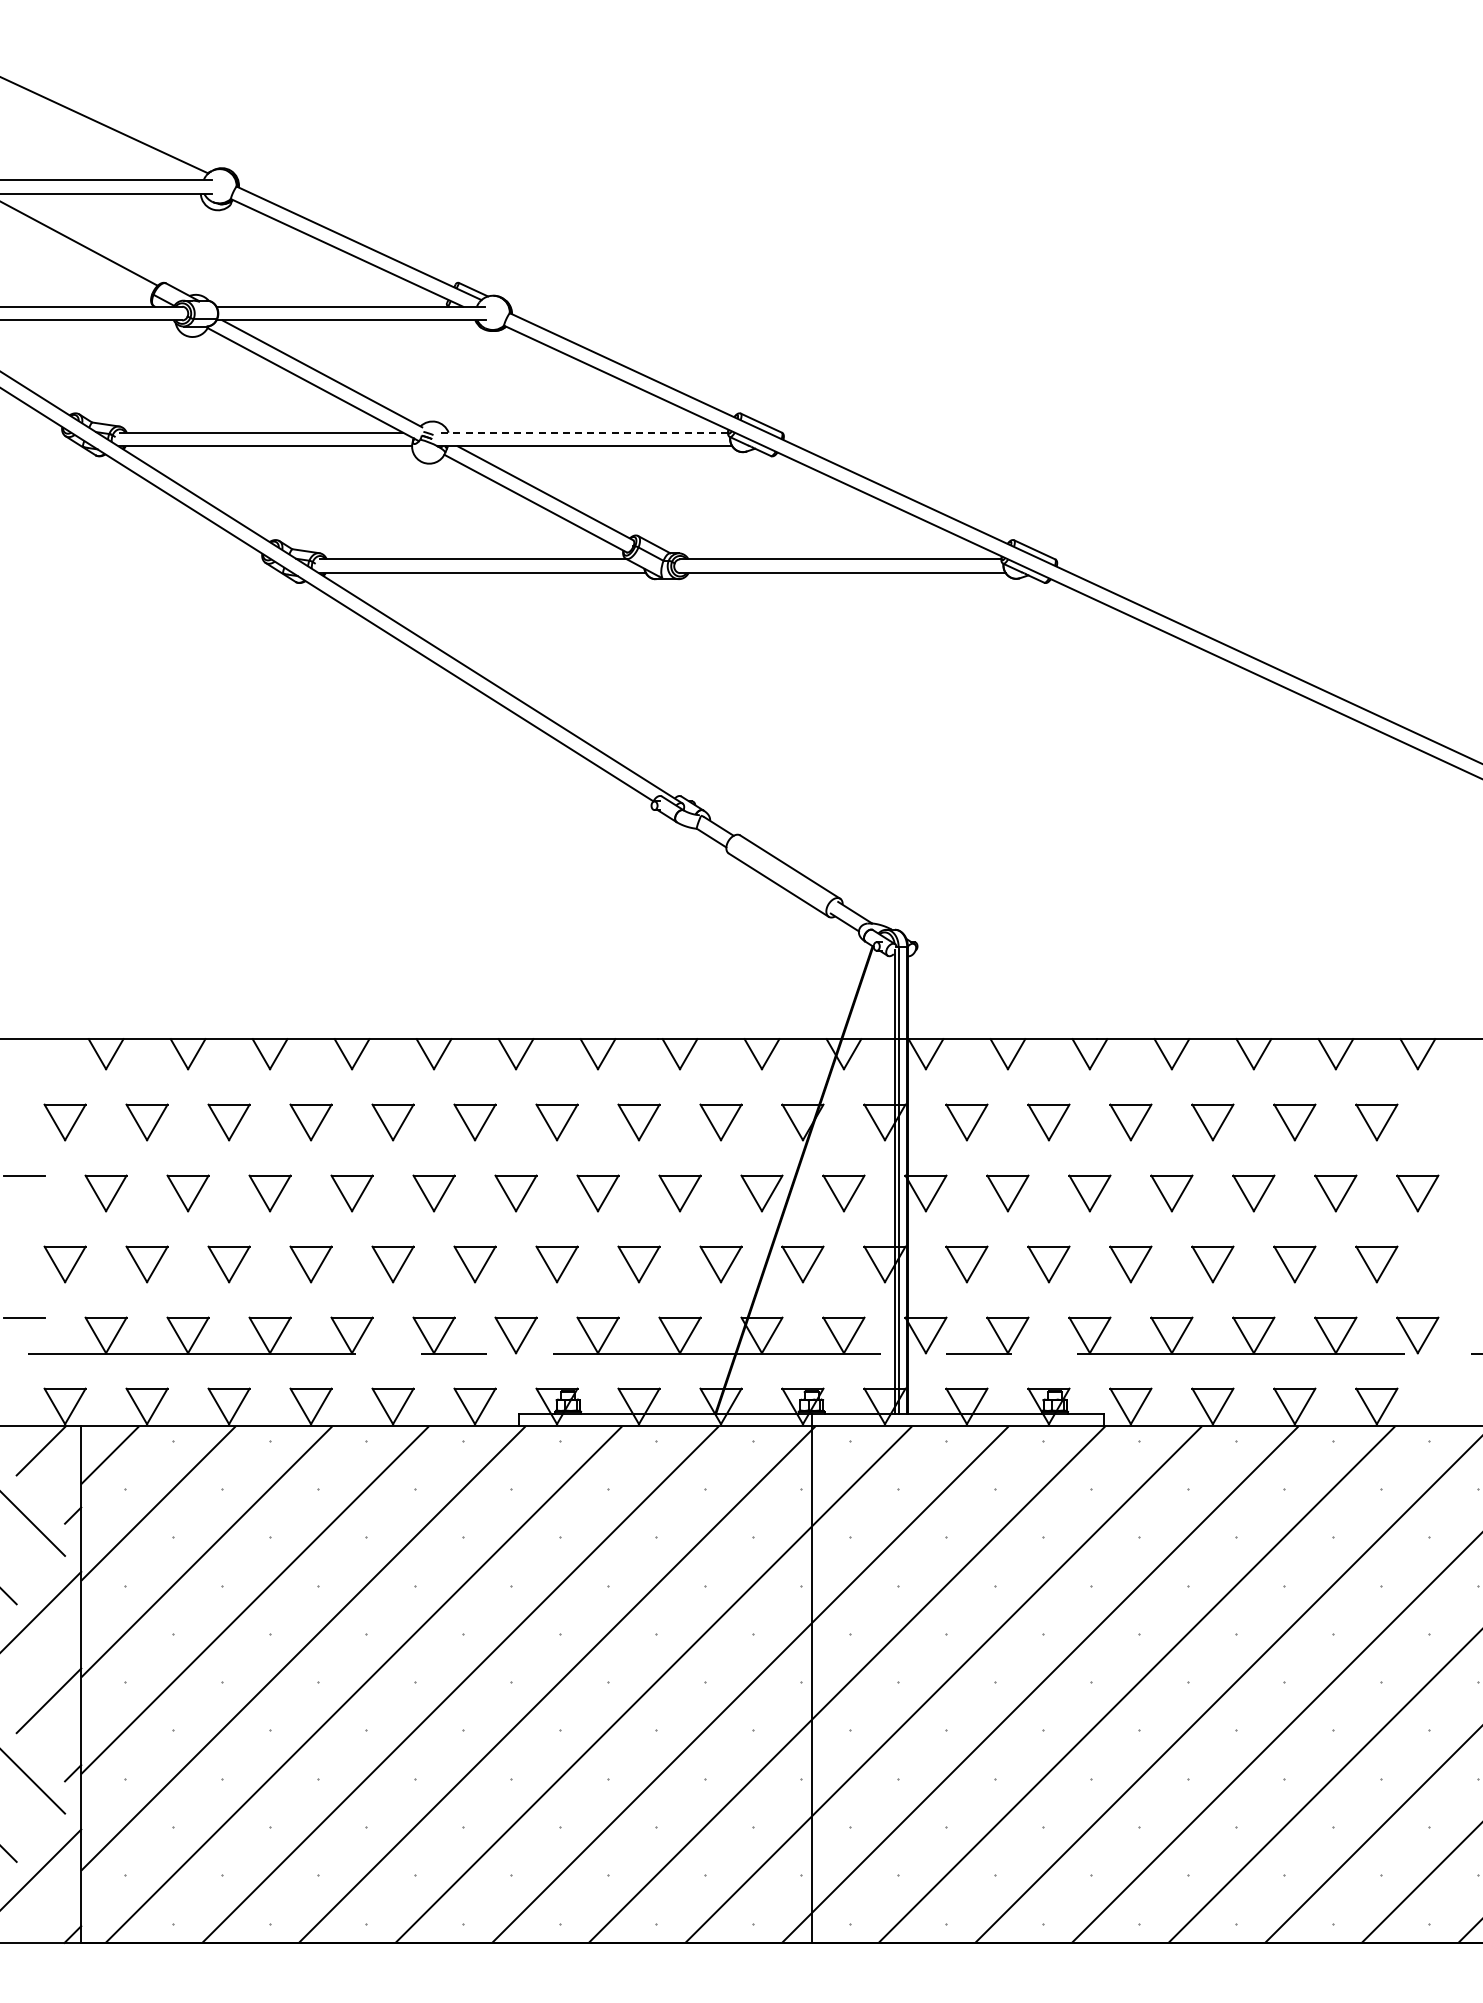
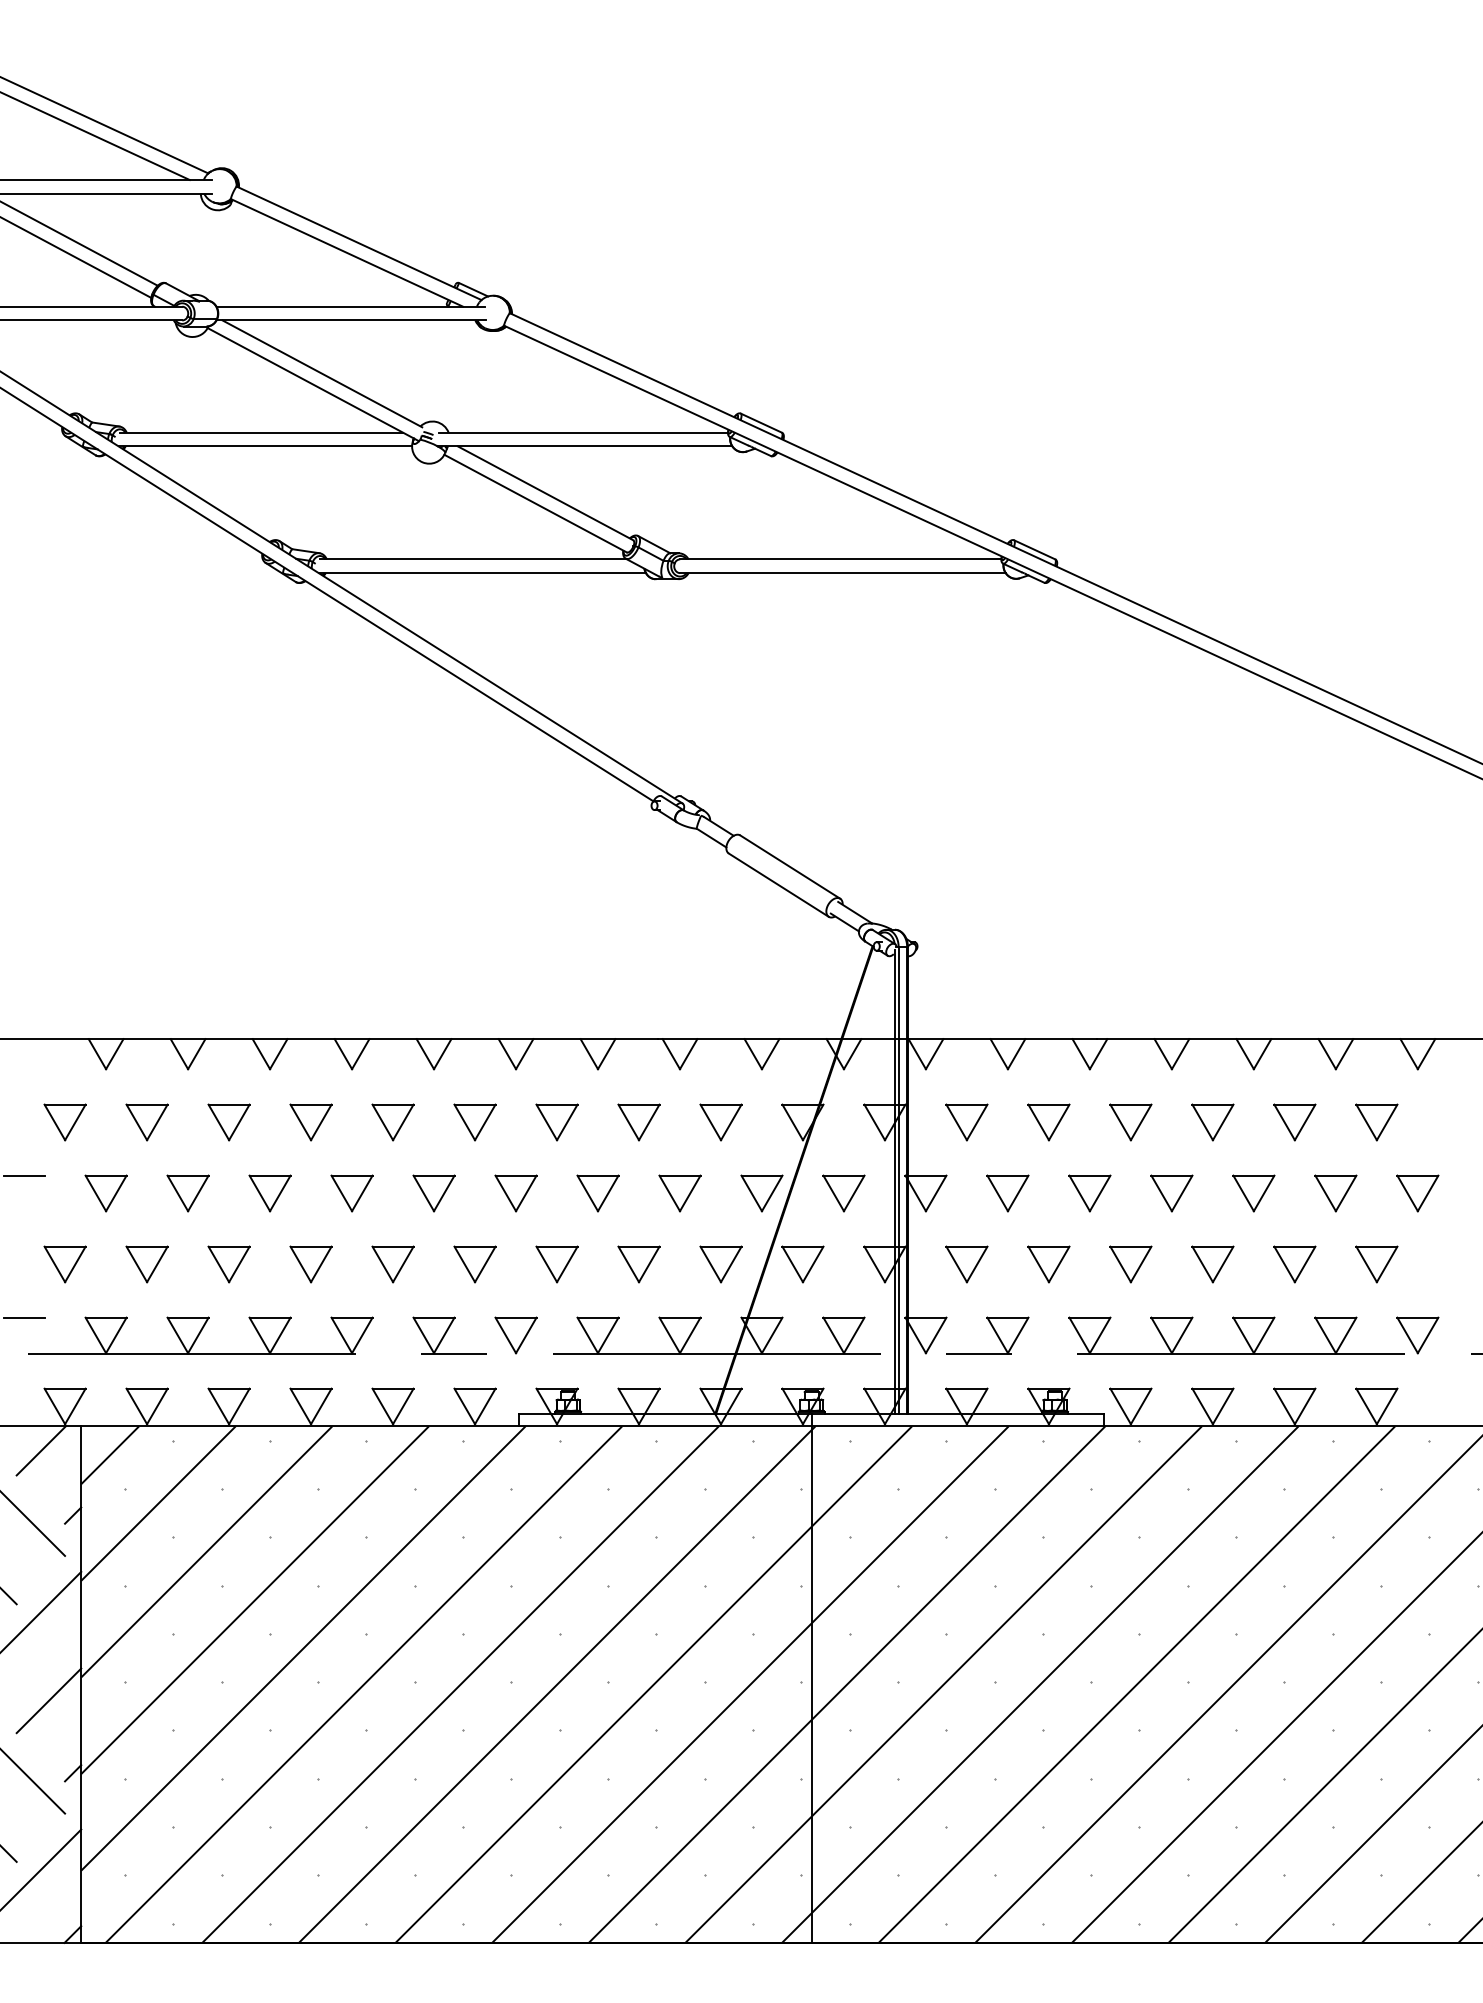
line at (95, 136): none -> present
line at (76, 257): none -> present
line at (583, 432): dashed -> solid
